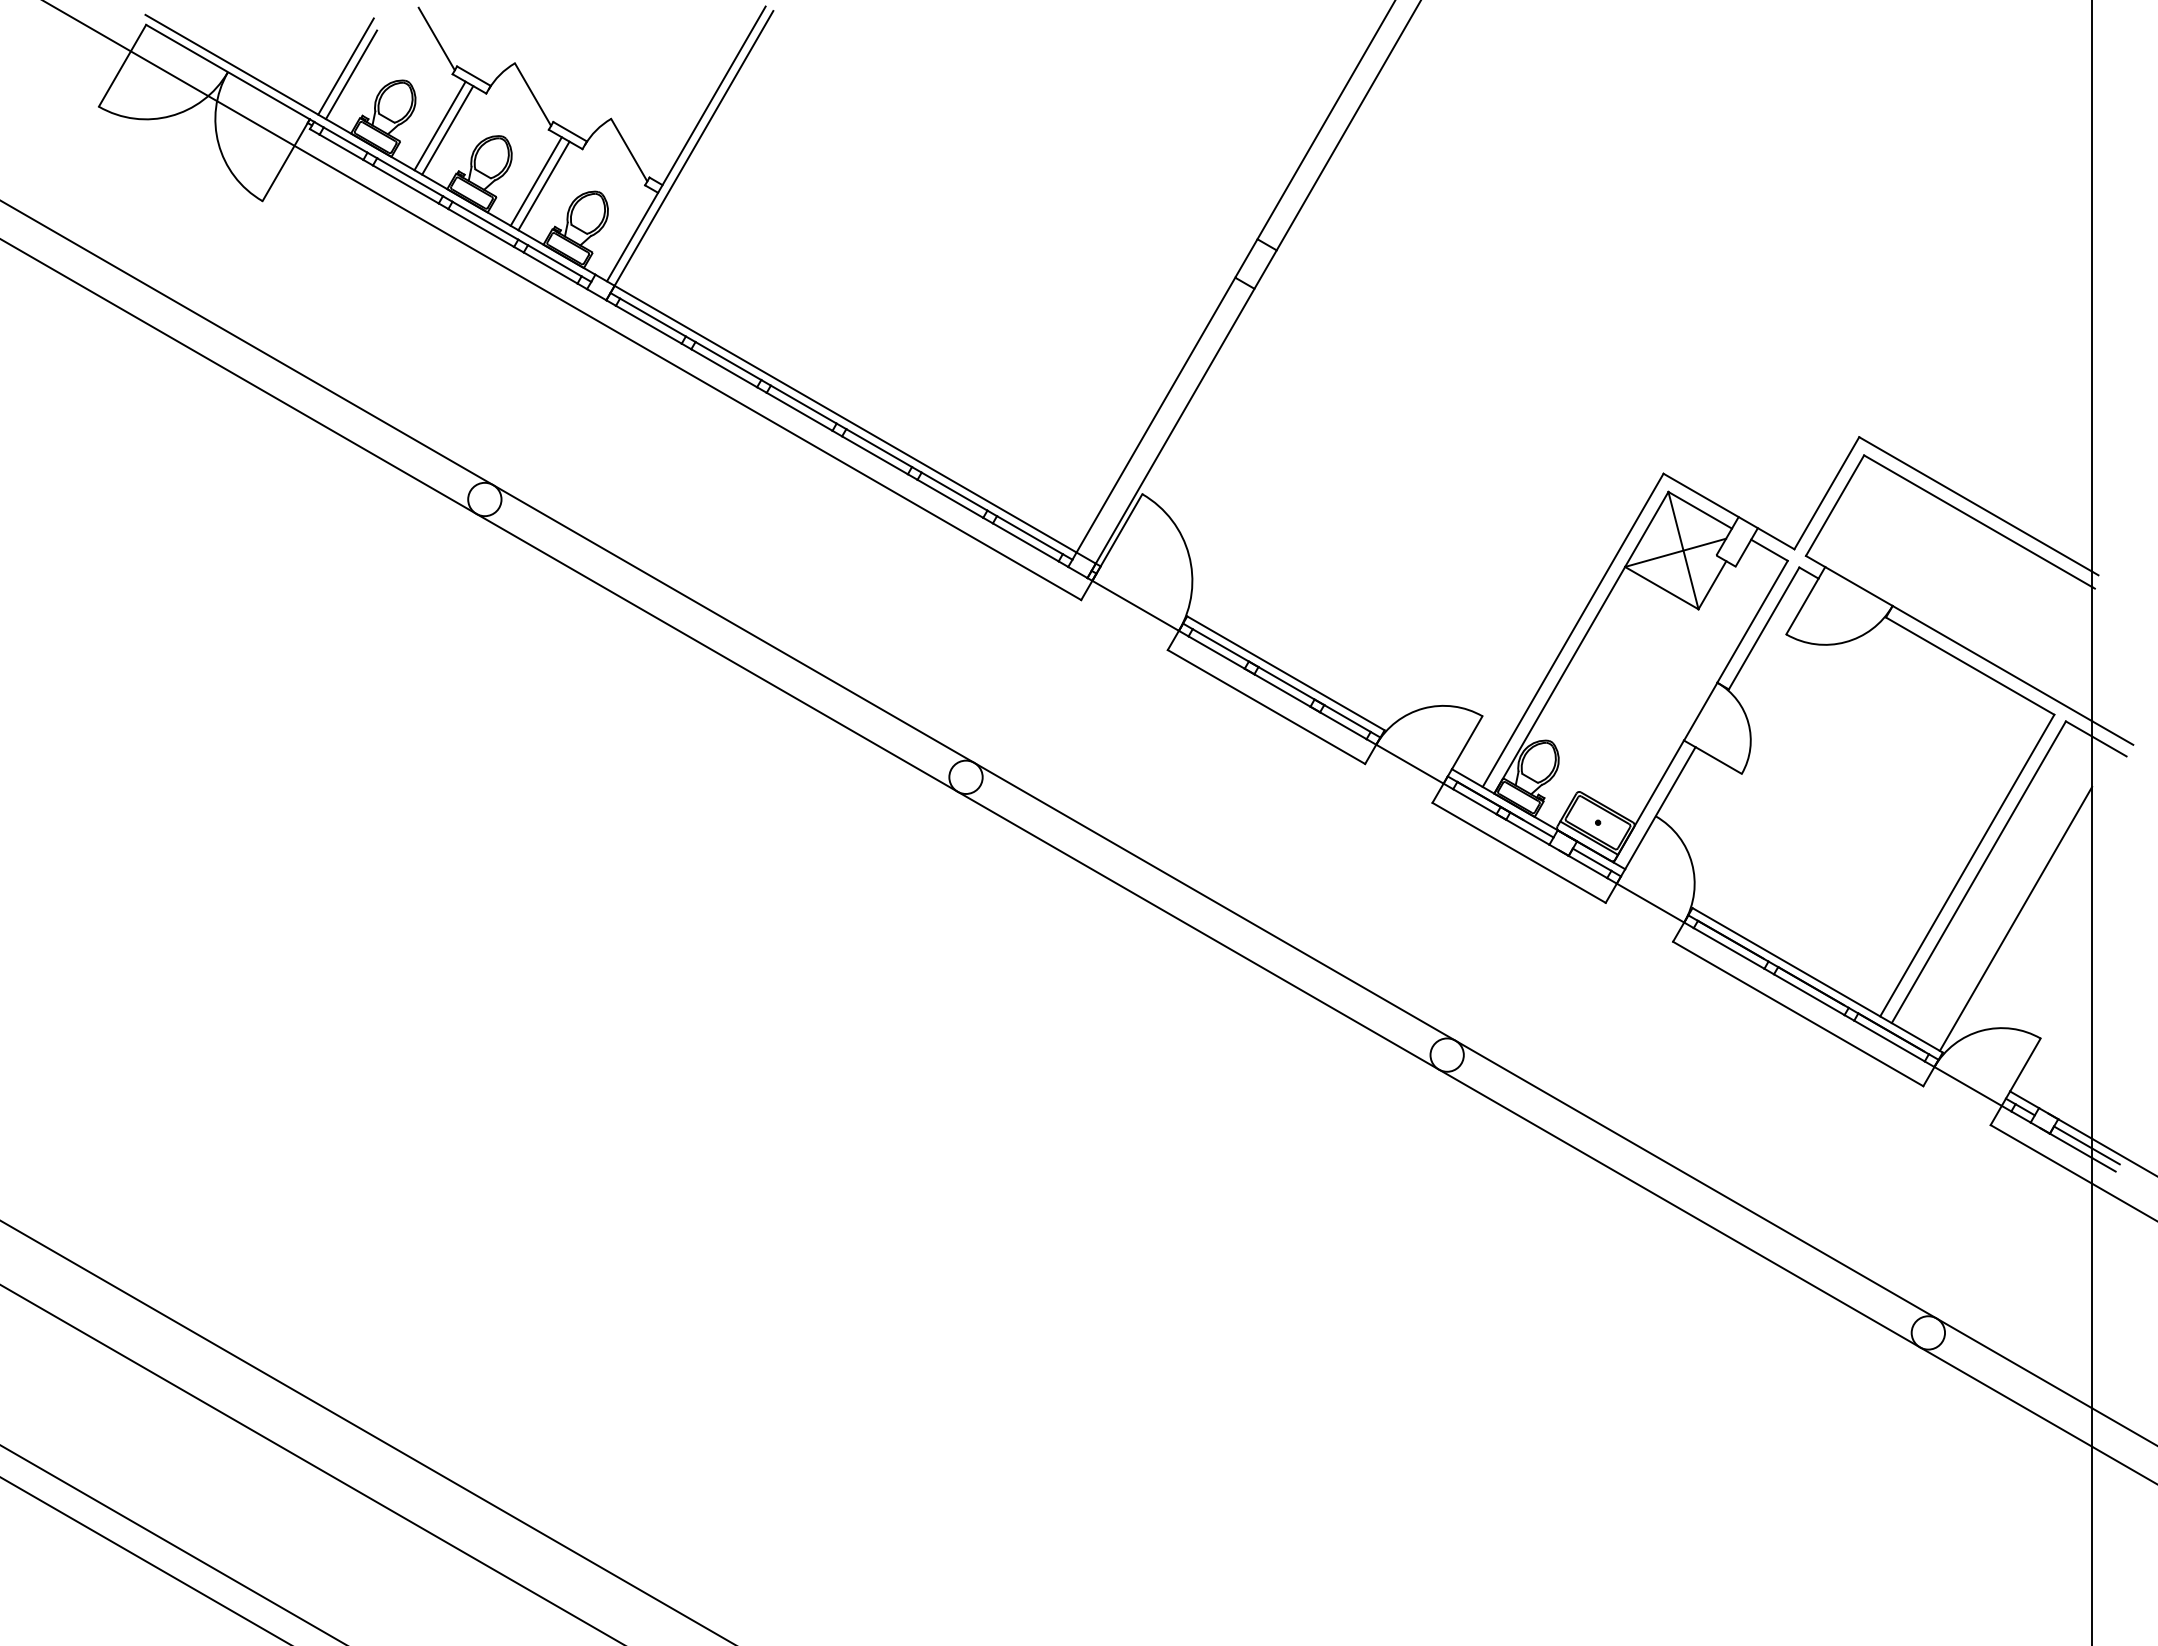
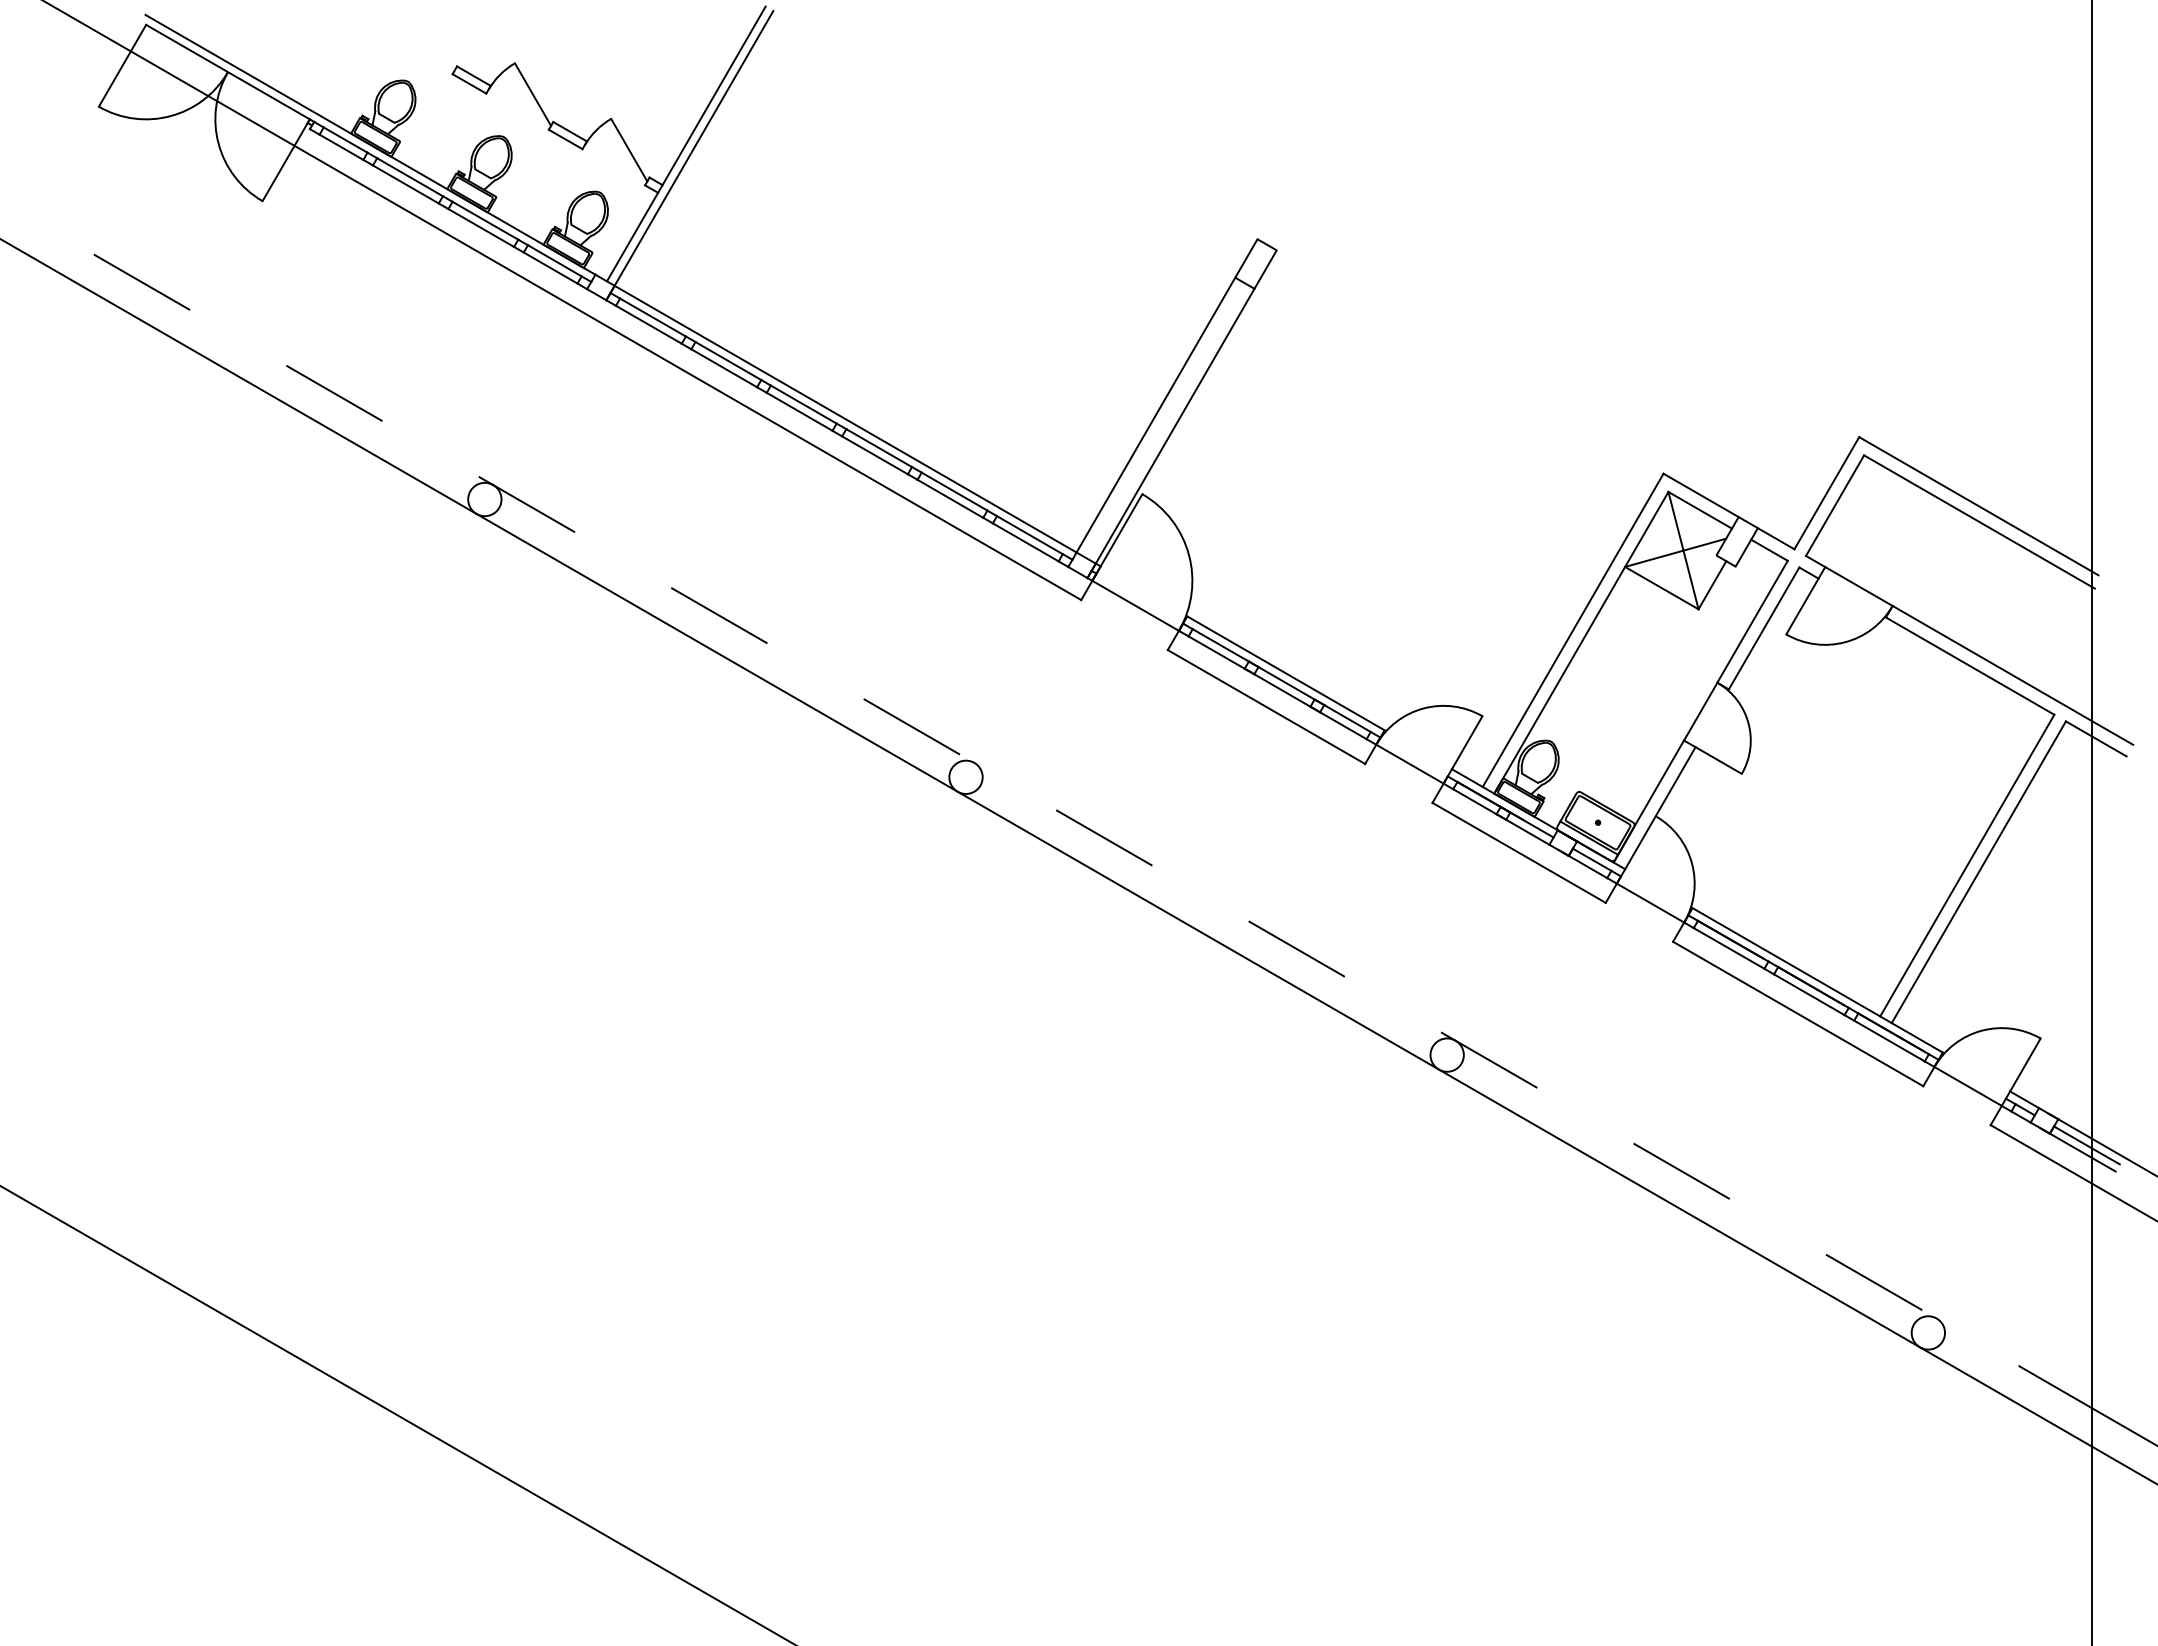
line at (436, 38): present -> none
line at (345, 66): present -> none
line at (351, 74): present -> none
line at (1325, 120): present -> none
line at (439, 125): present -> none
line at (1347, 126): present -> none
line at (447, 130): present -> none
line at (535, 181): present -> none
line at (543, 185): present -> none
line at (1046, 804): solid -> dashed
line at (2015, 918): present -> none
line at (366, 1431) position: (366, 1431) -> (396, 1414)
line at (311, 1463): present -> none
line at (172, 1544): present -> none
line at (144, 1560): present -> none
